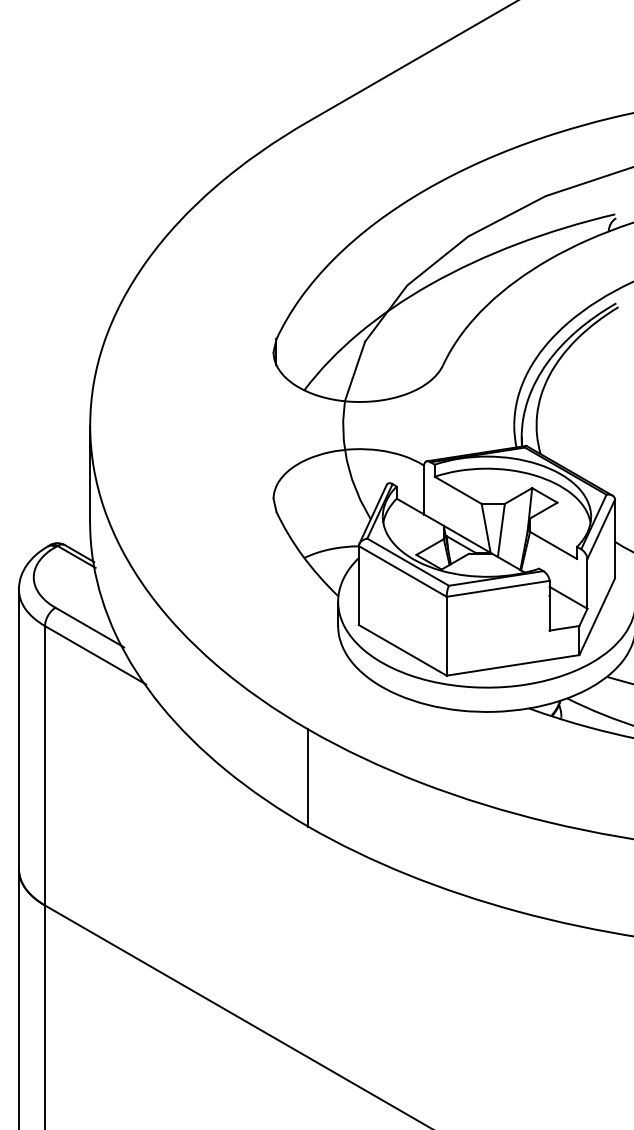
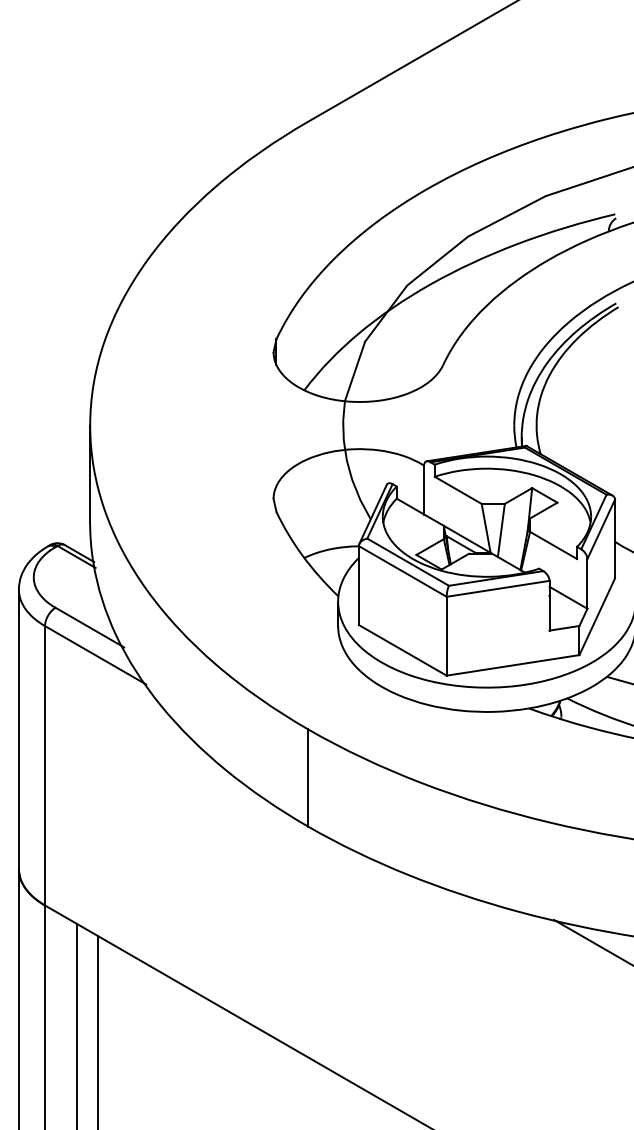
line at (592, 941): none -> present
line at (76, 1024): none -> present
line at (97, 1030): none -> present
